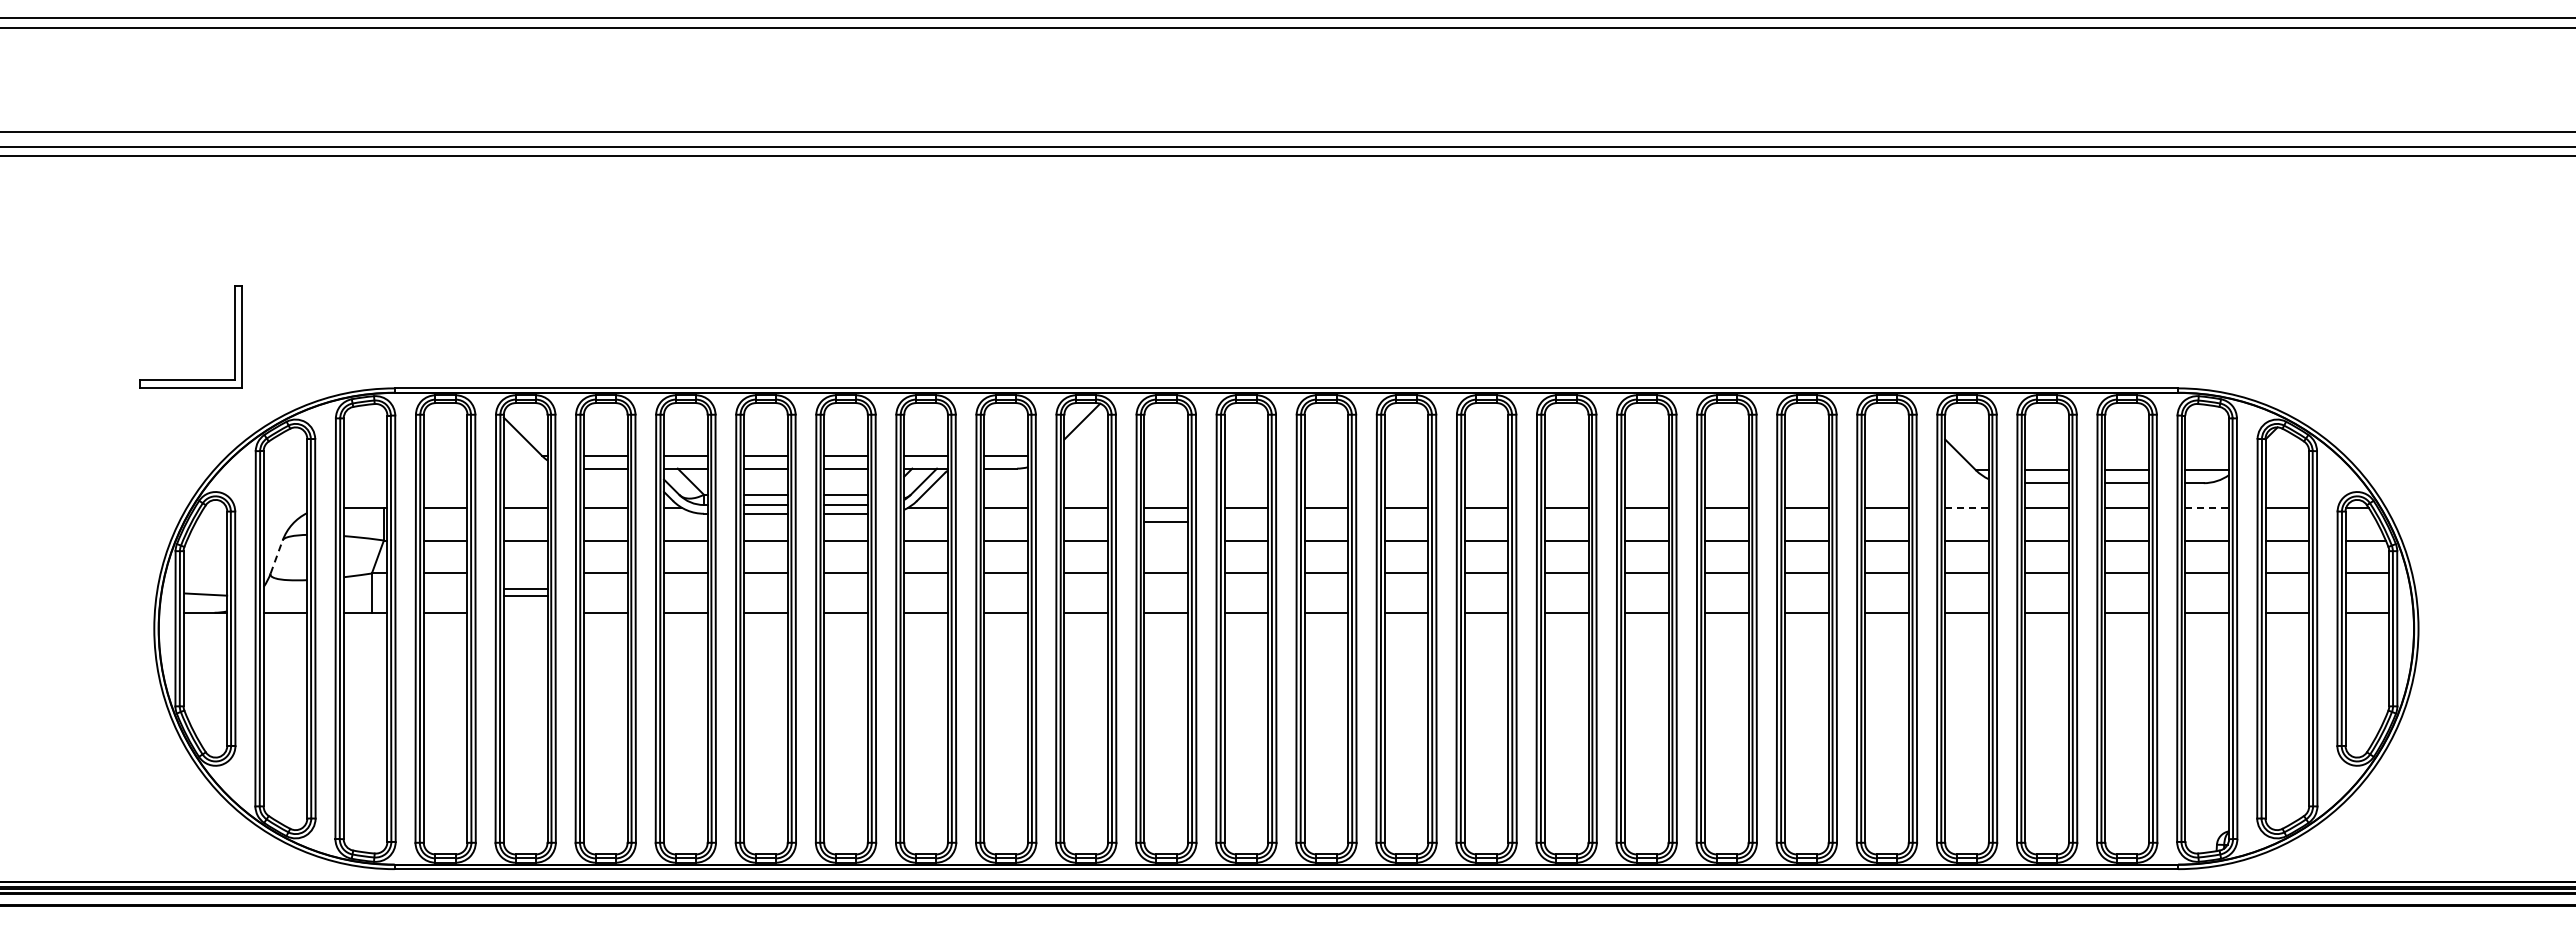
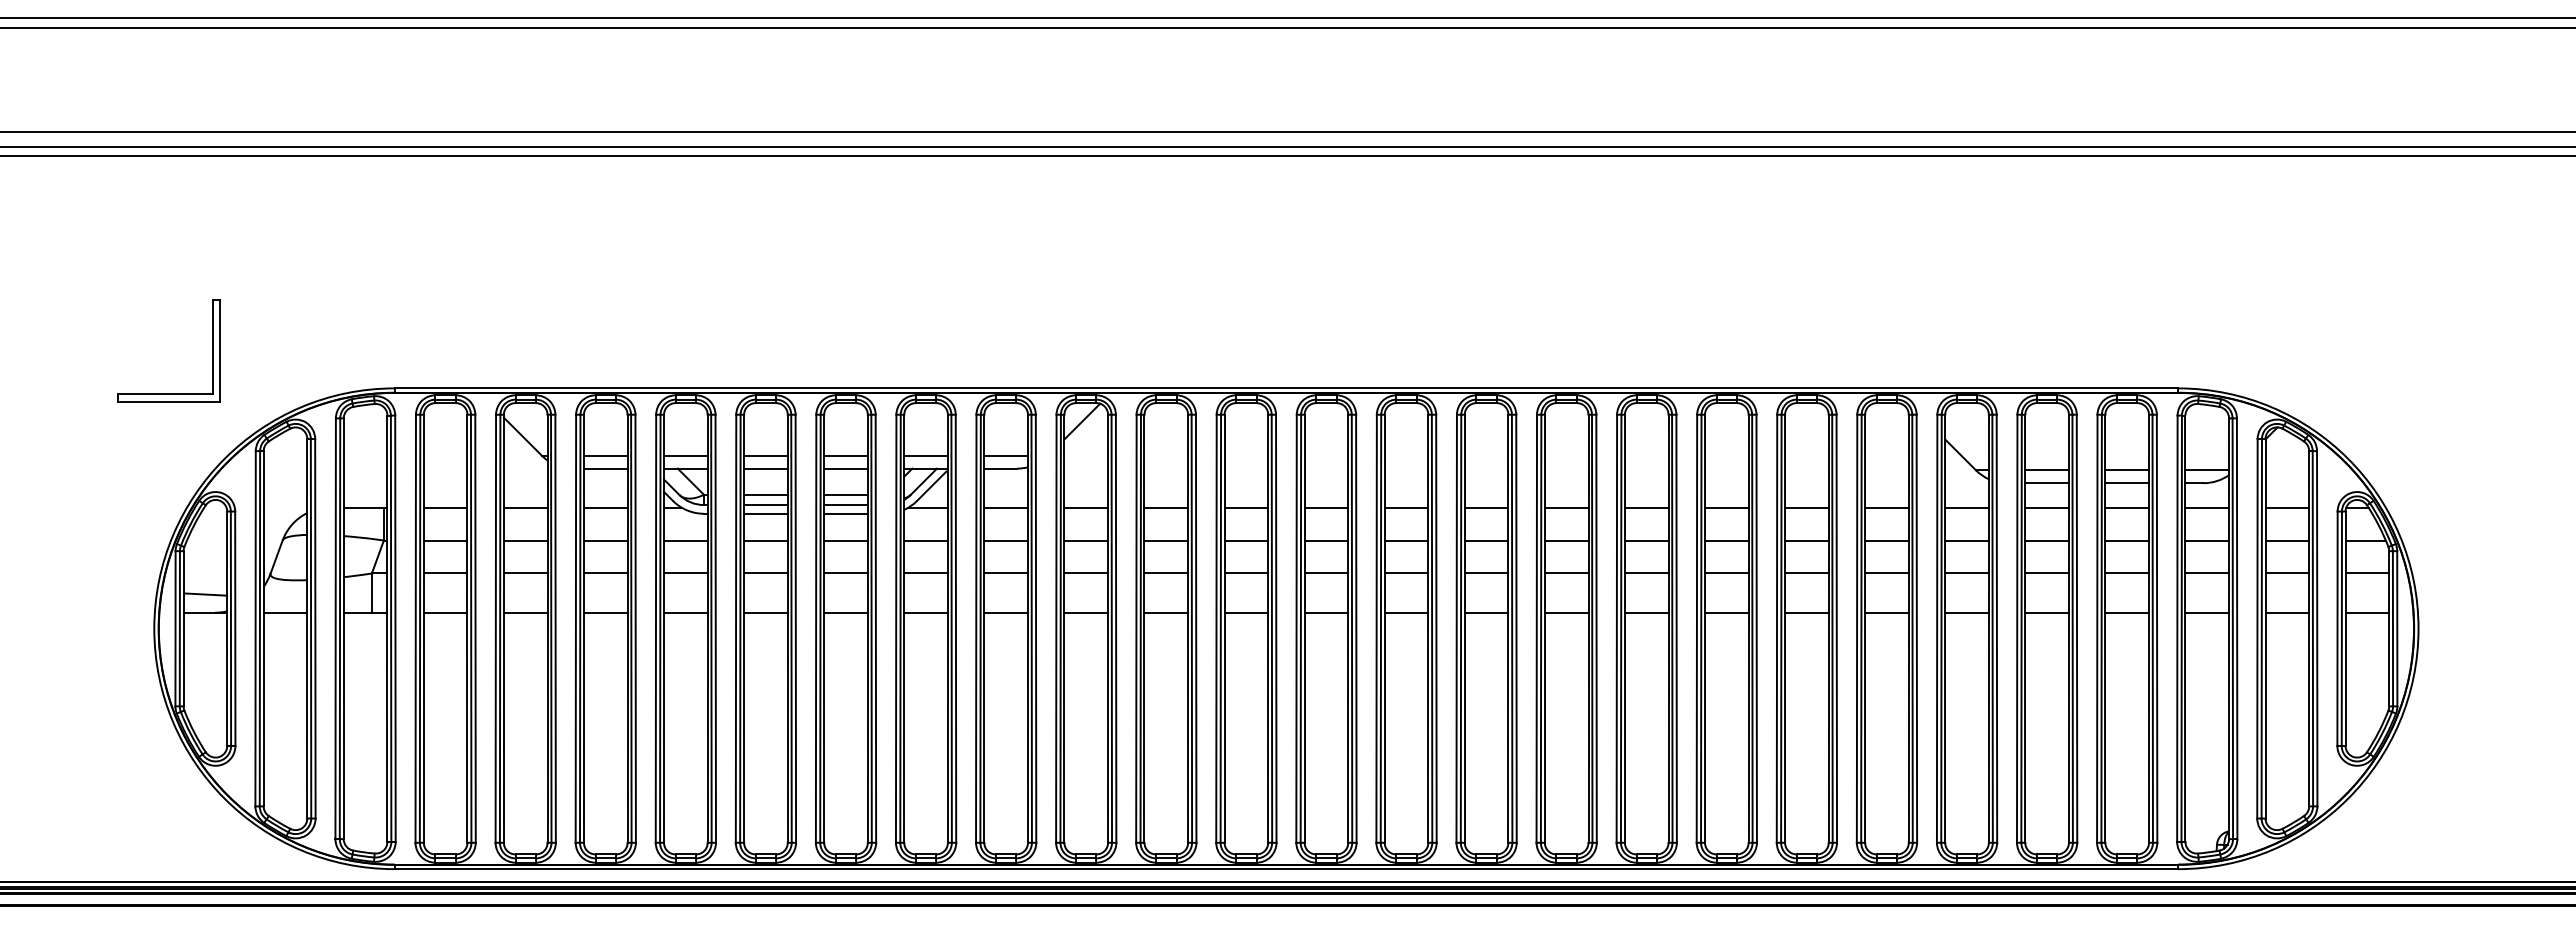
part at (190, 379) position: (190, 379) -> (168, 393)
line at (1967, 507): dashed -> solid
line at (2207, 507): dashed -> solid
line at (1166, 521) position: (1166, 521) -> (1166, 540)
line at (276, 557): dashed -> solid
line at (525, 589) position: (525, 589) -> (525, 573)
line at (525, 595) position: (525, 595) -> (525, 612)
